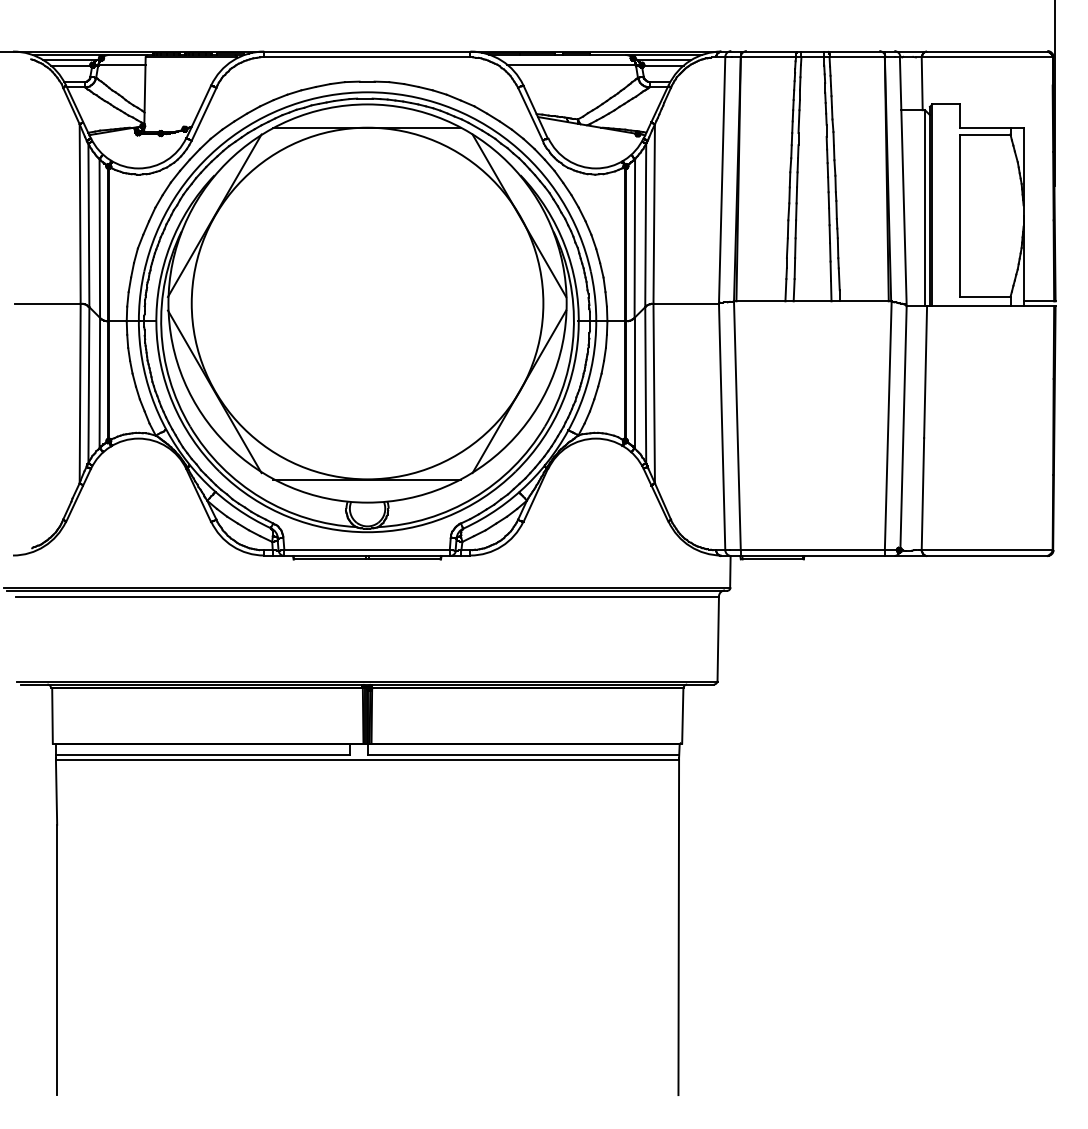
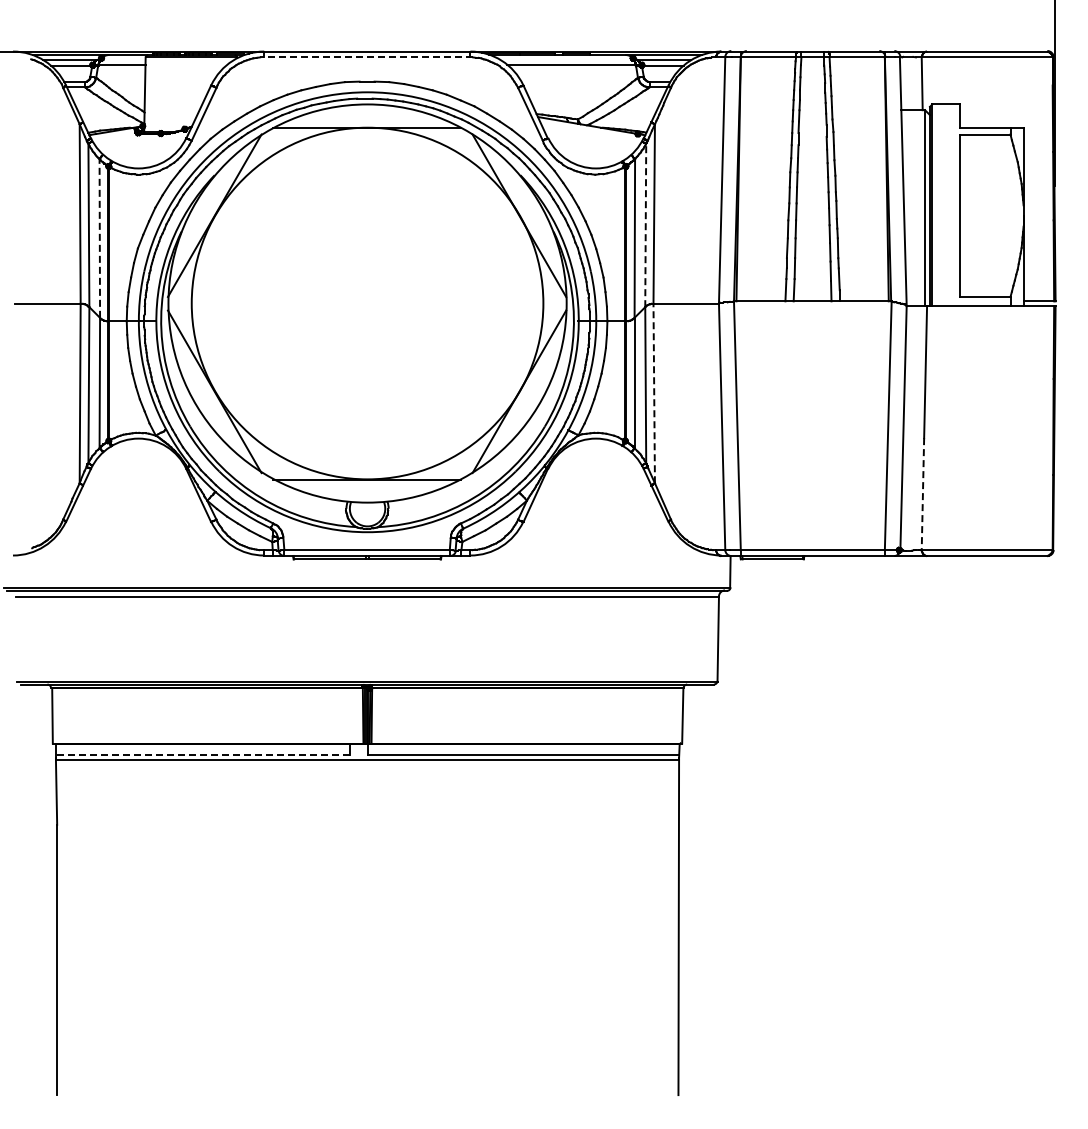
line at (366, 57): solid -> dashed
line at (645, 225): solid -> dashed
line at (99, 238): solid -> dashed
line at (654, 393): solid -> dashed
line at (922, 494): solid -> dashed
line at (202, 754): solid -> dashed
